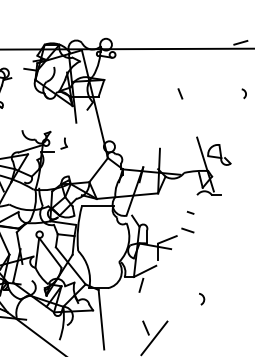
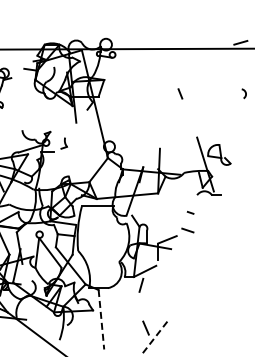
arc at (202, 297): present -> none
line at (101, 319): solid -> dashed
line at (154, 338): solid -> dashed
